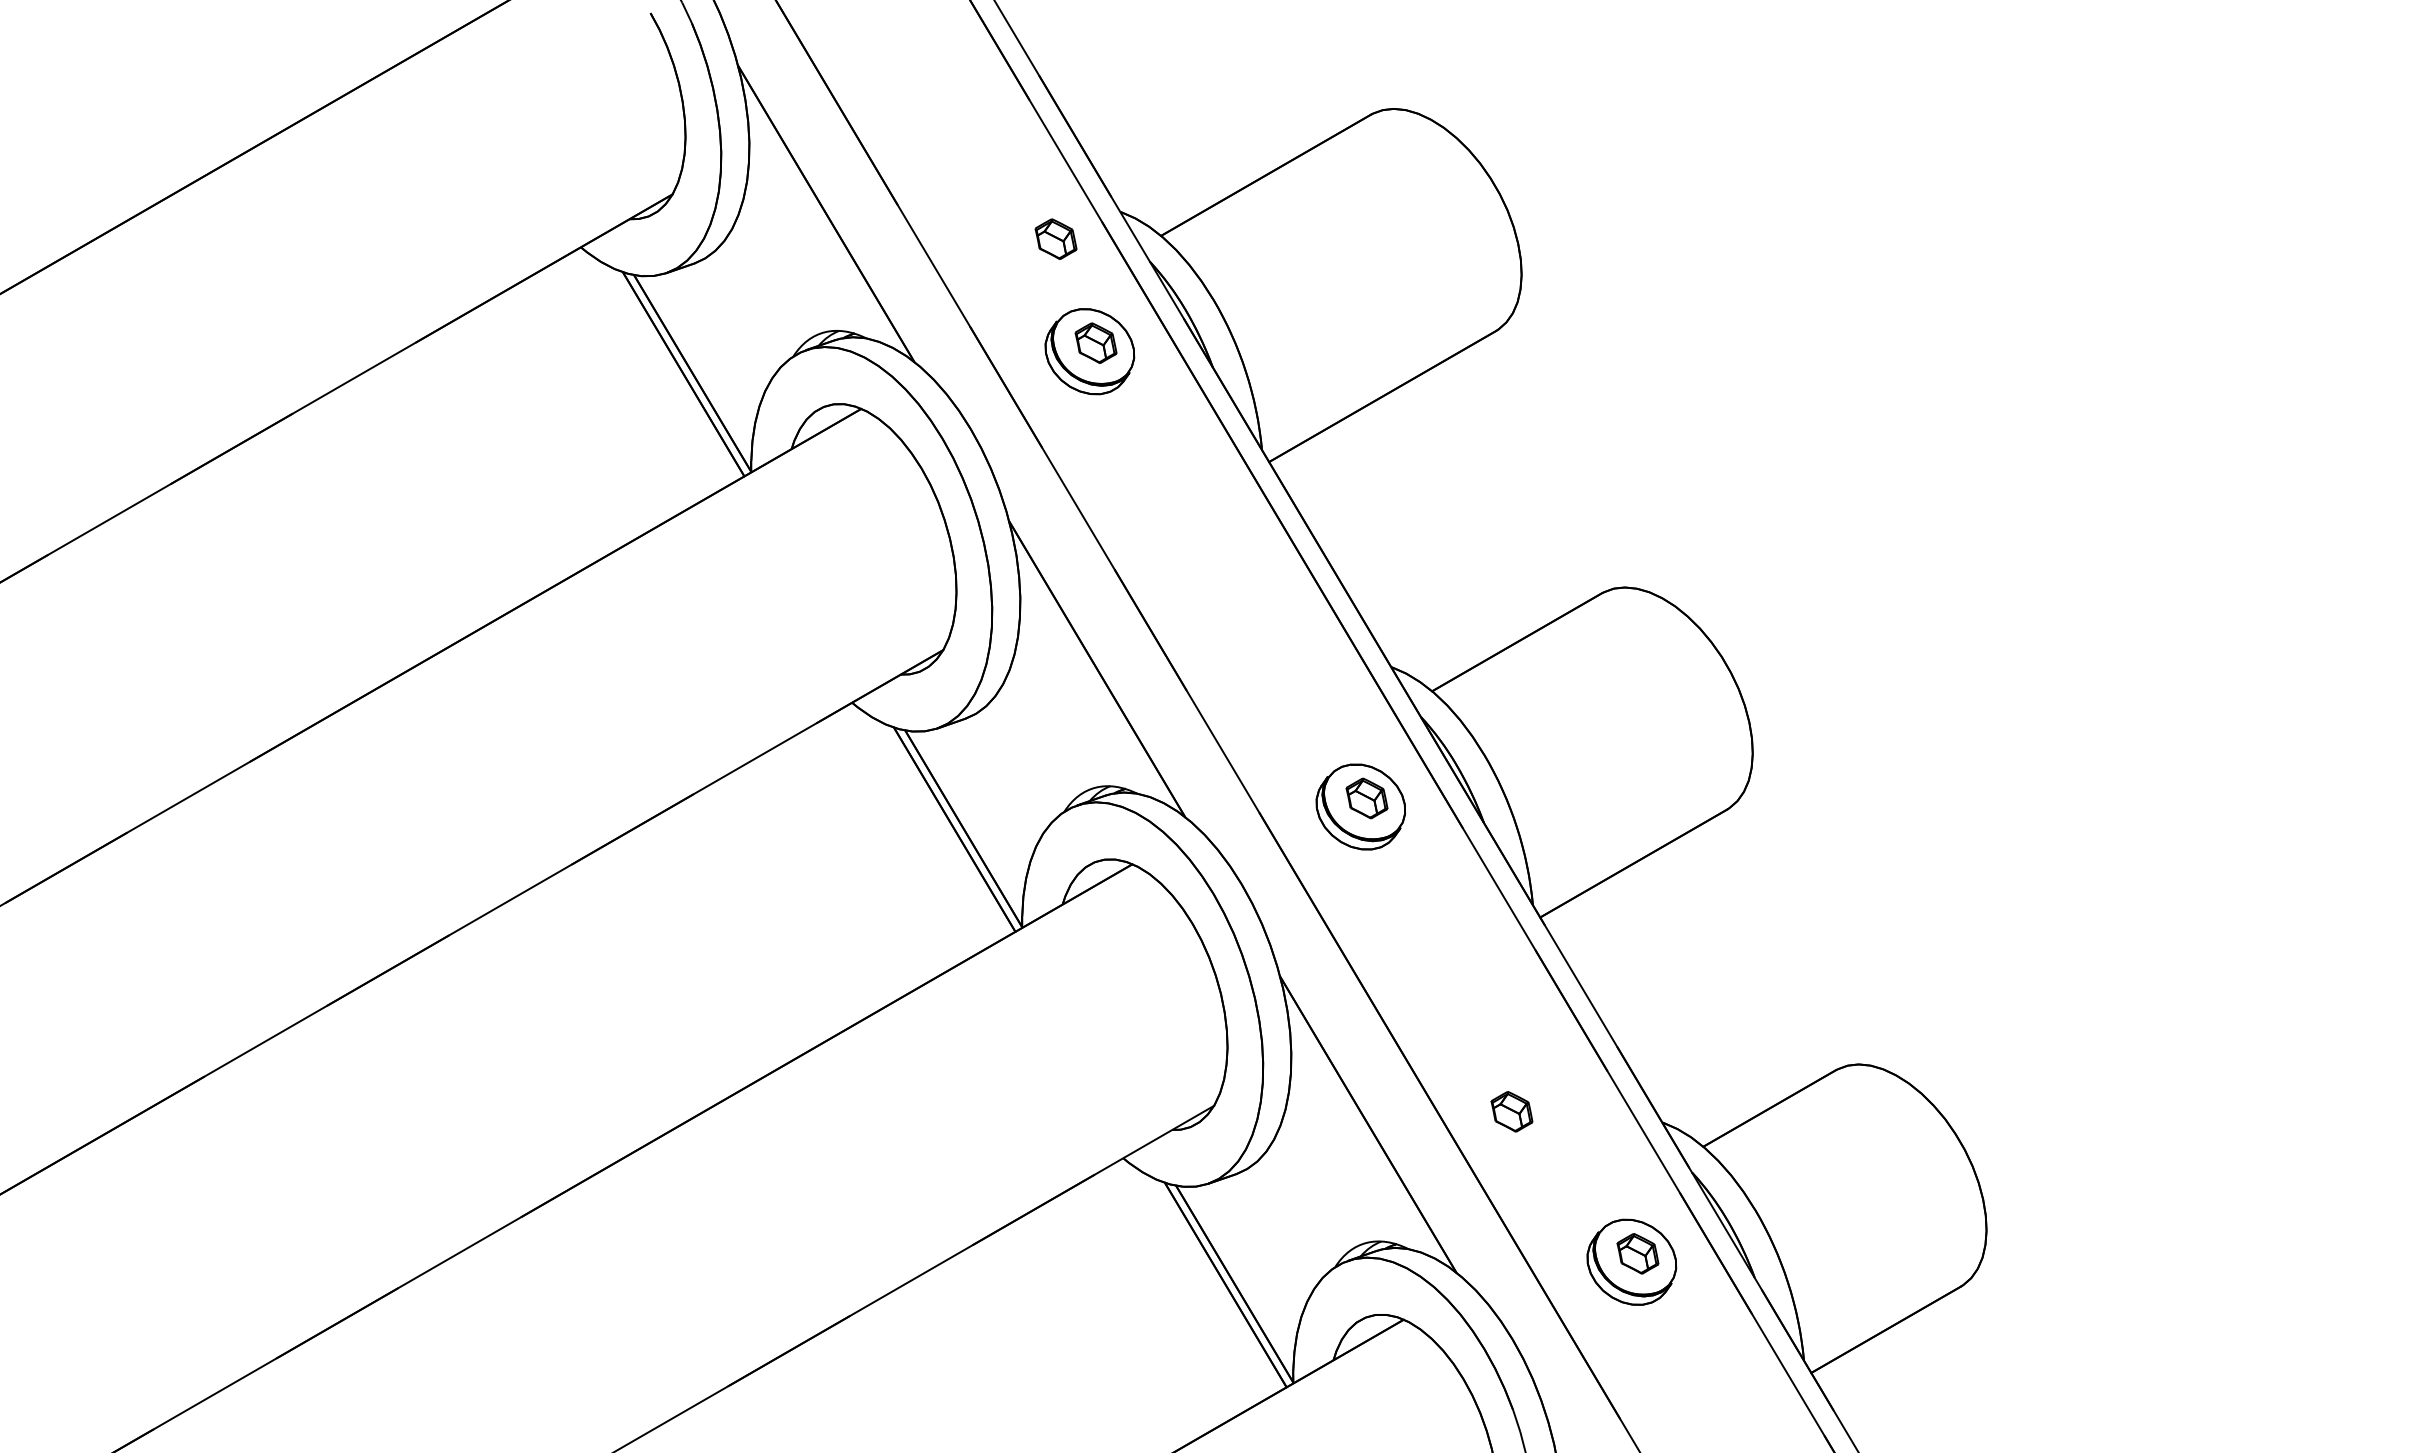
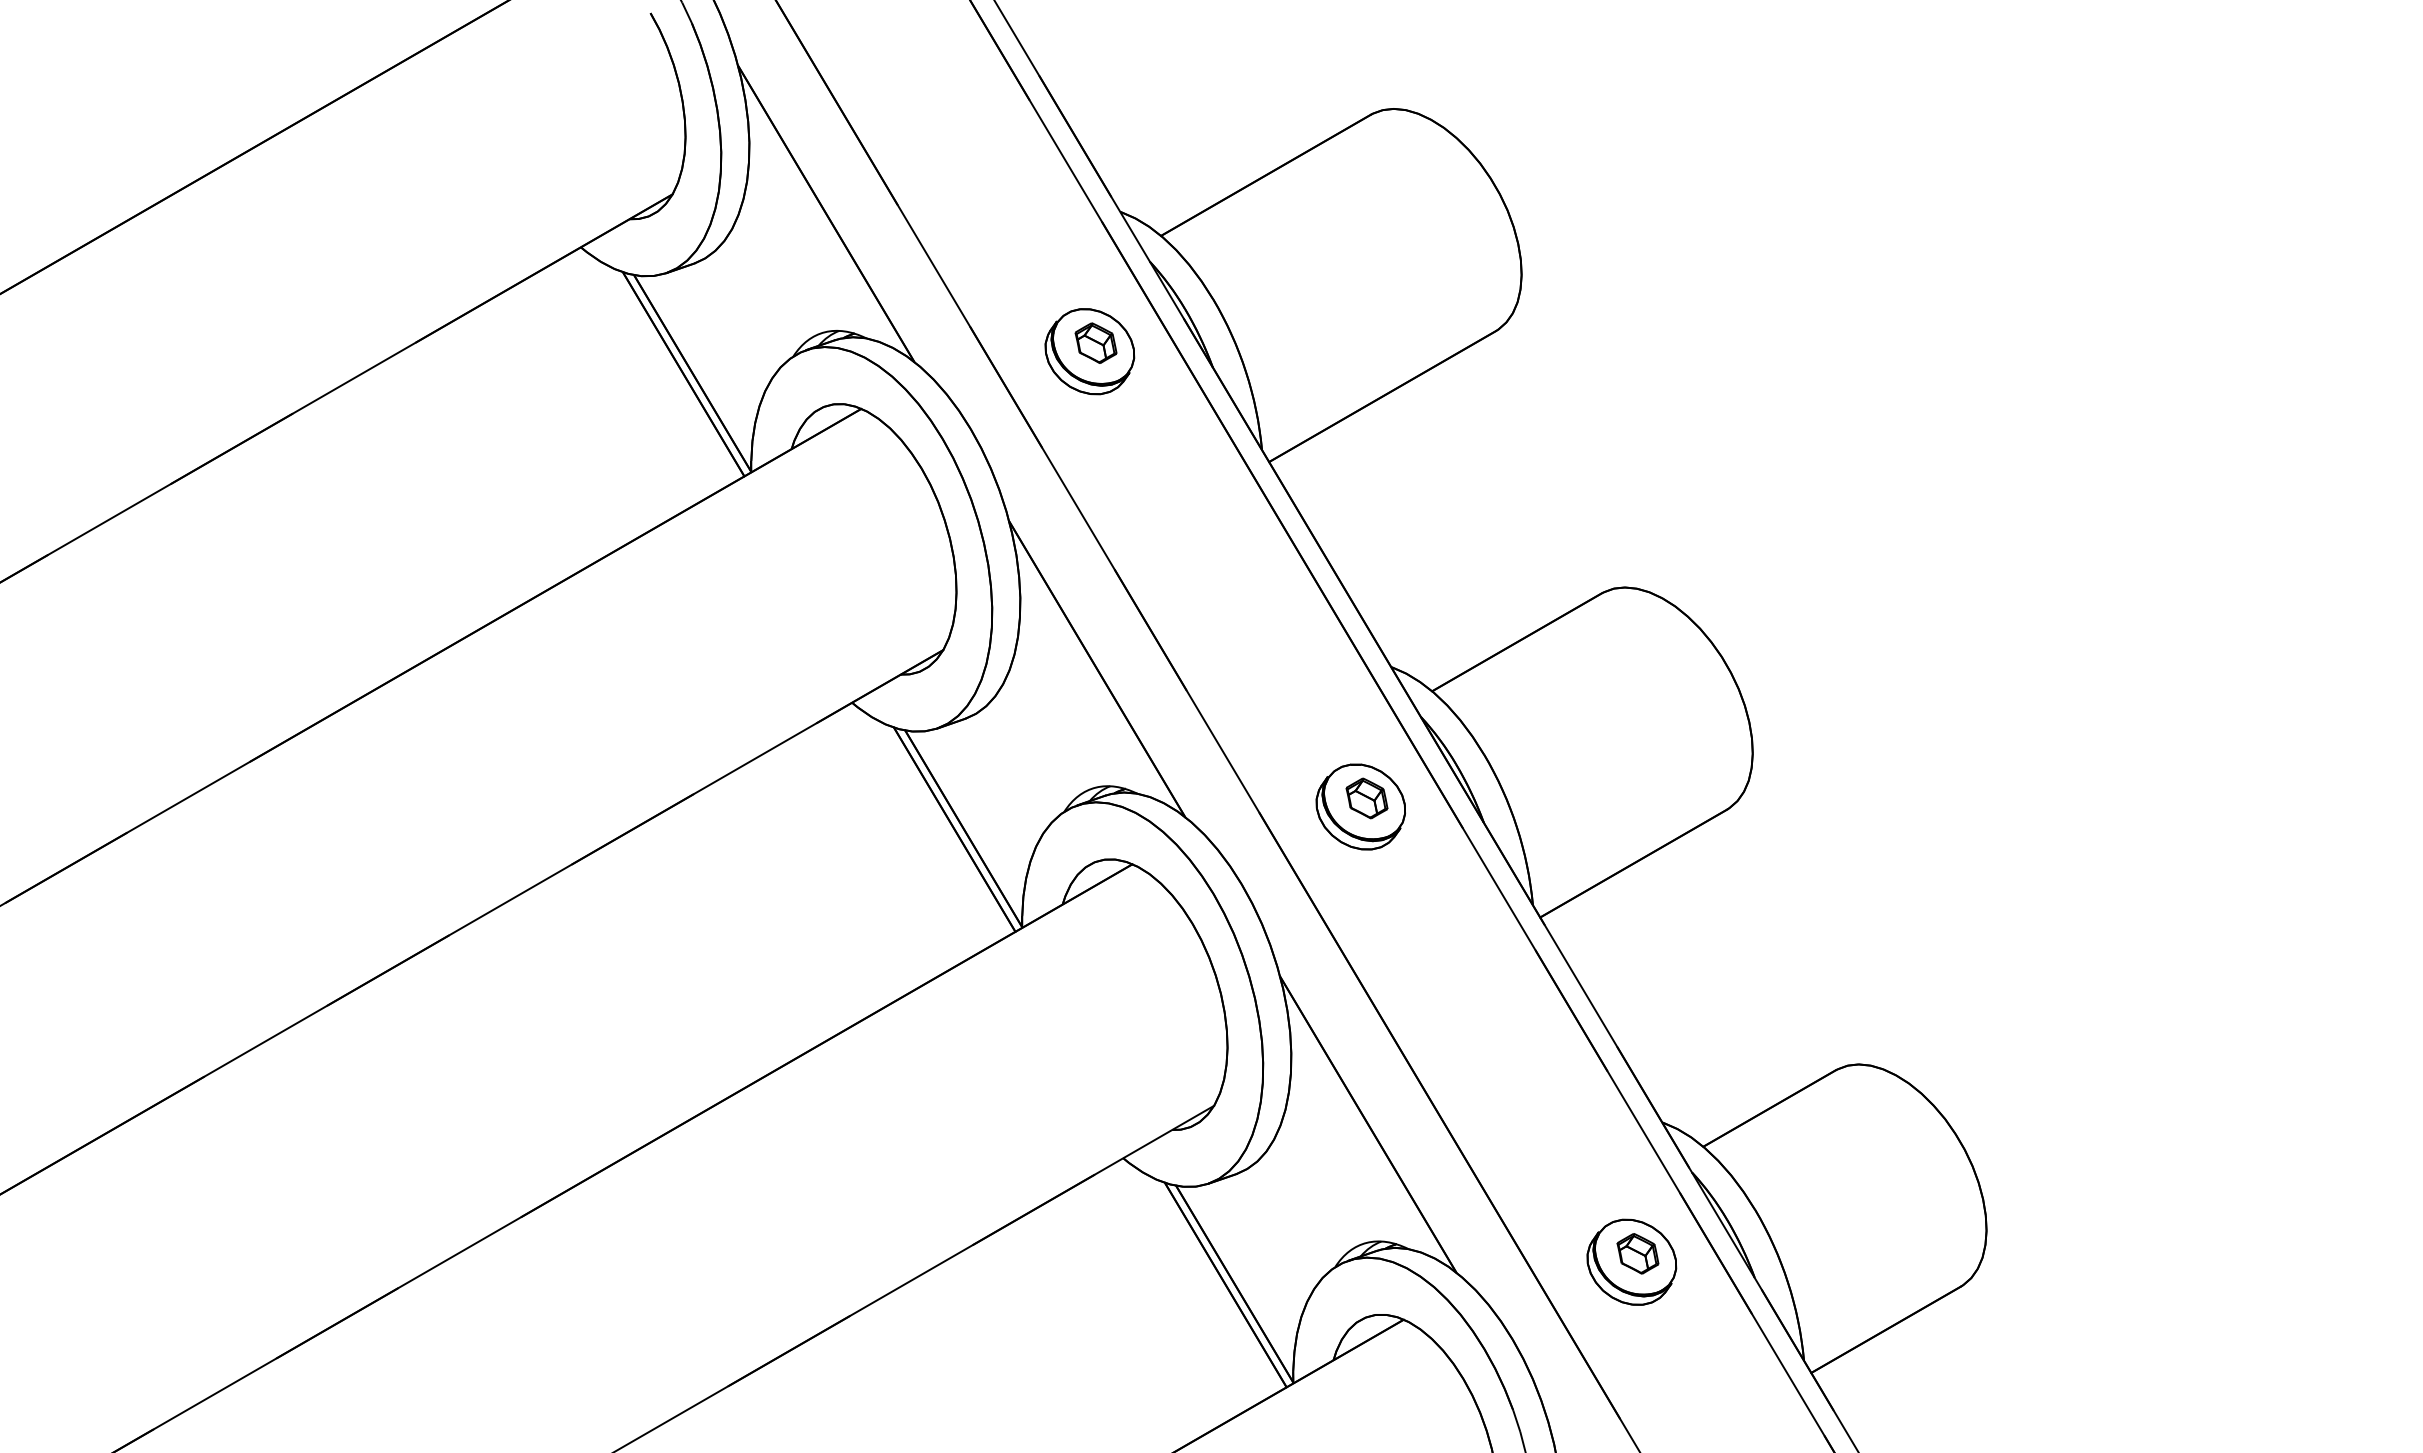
part at (1055, 238): present -> none
part at (1511, 1111): present -> none
